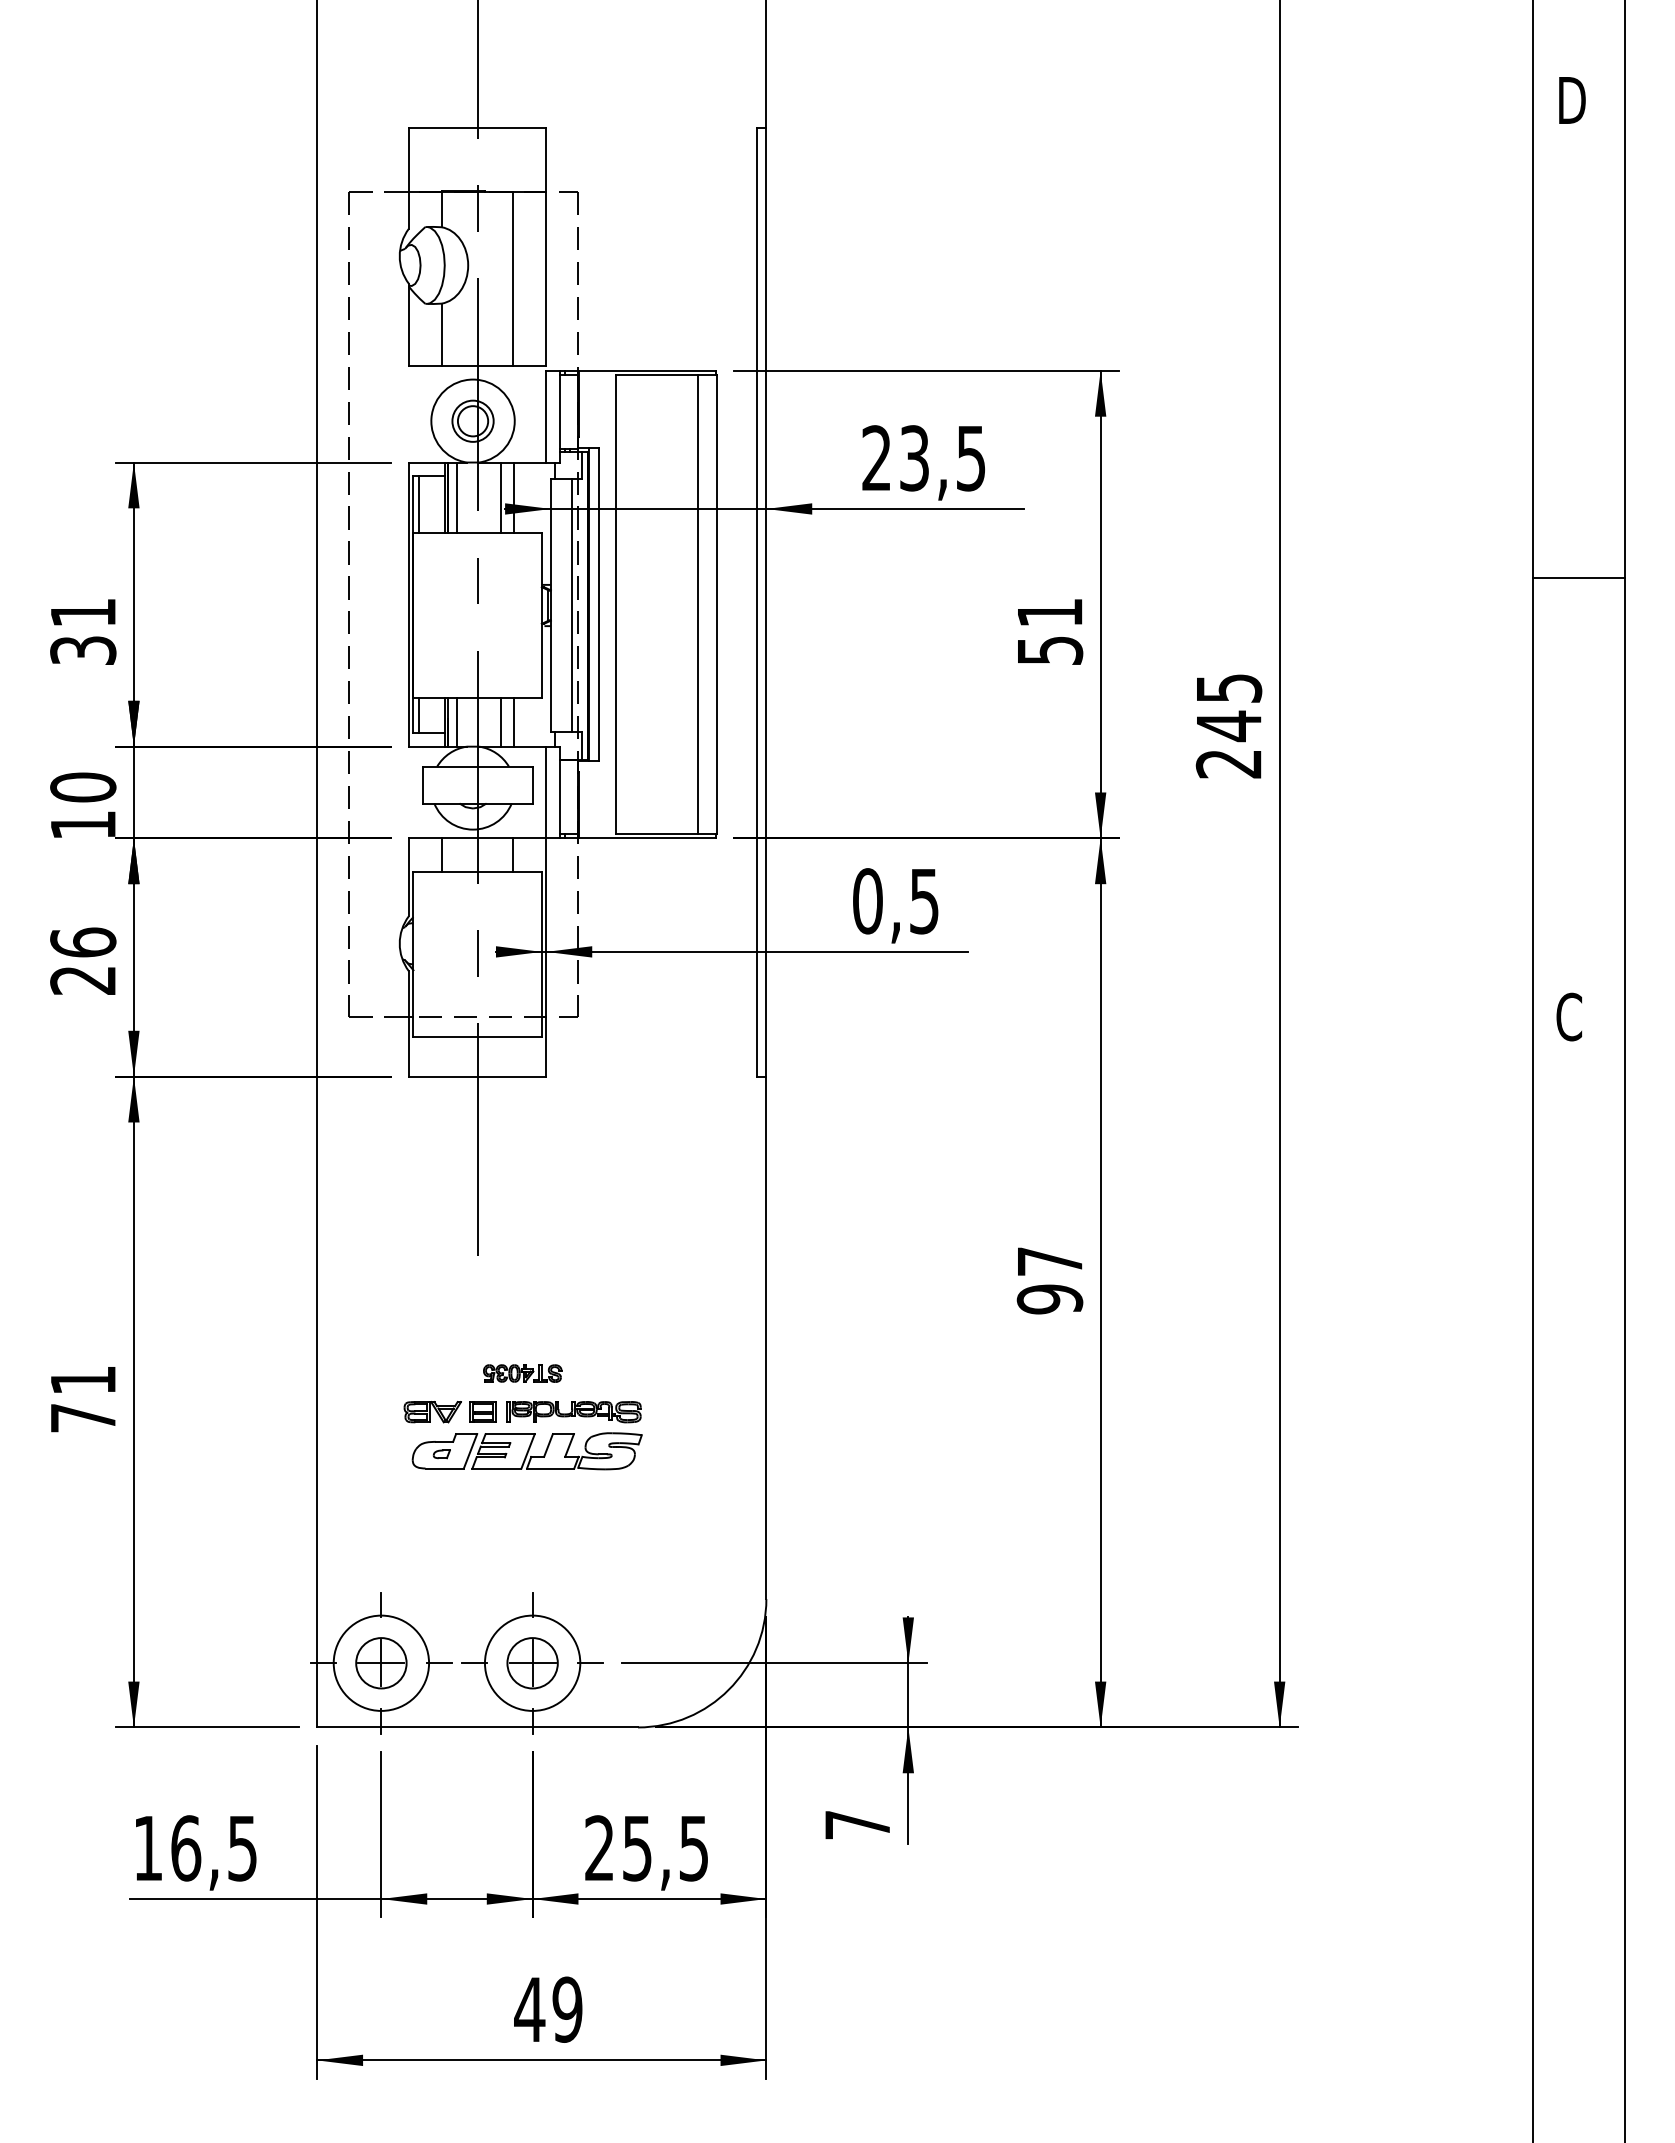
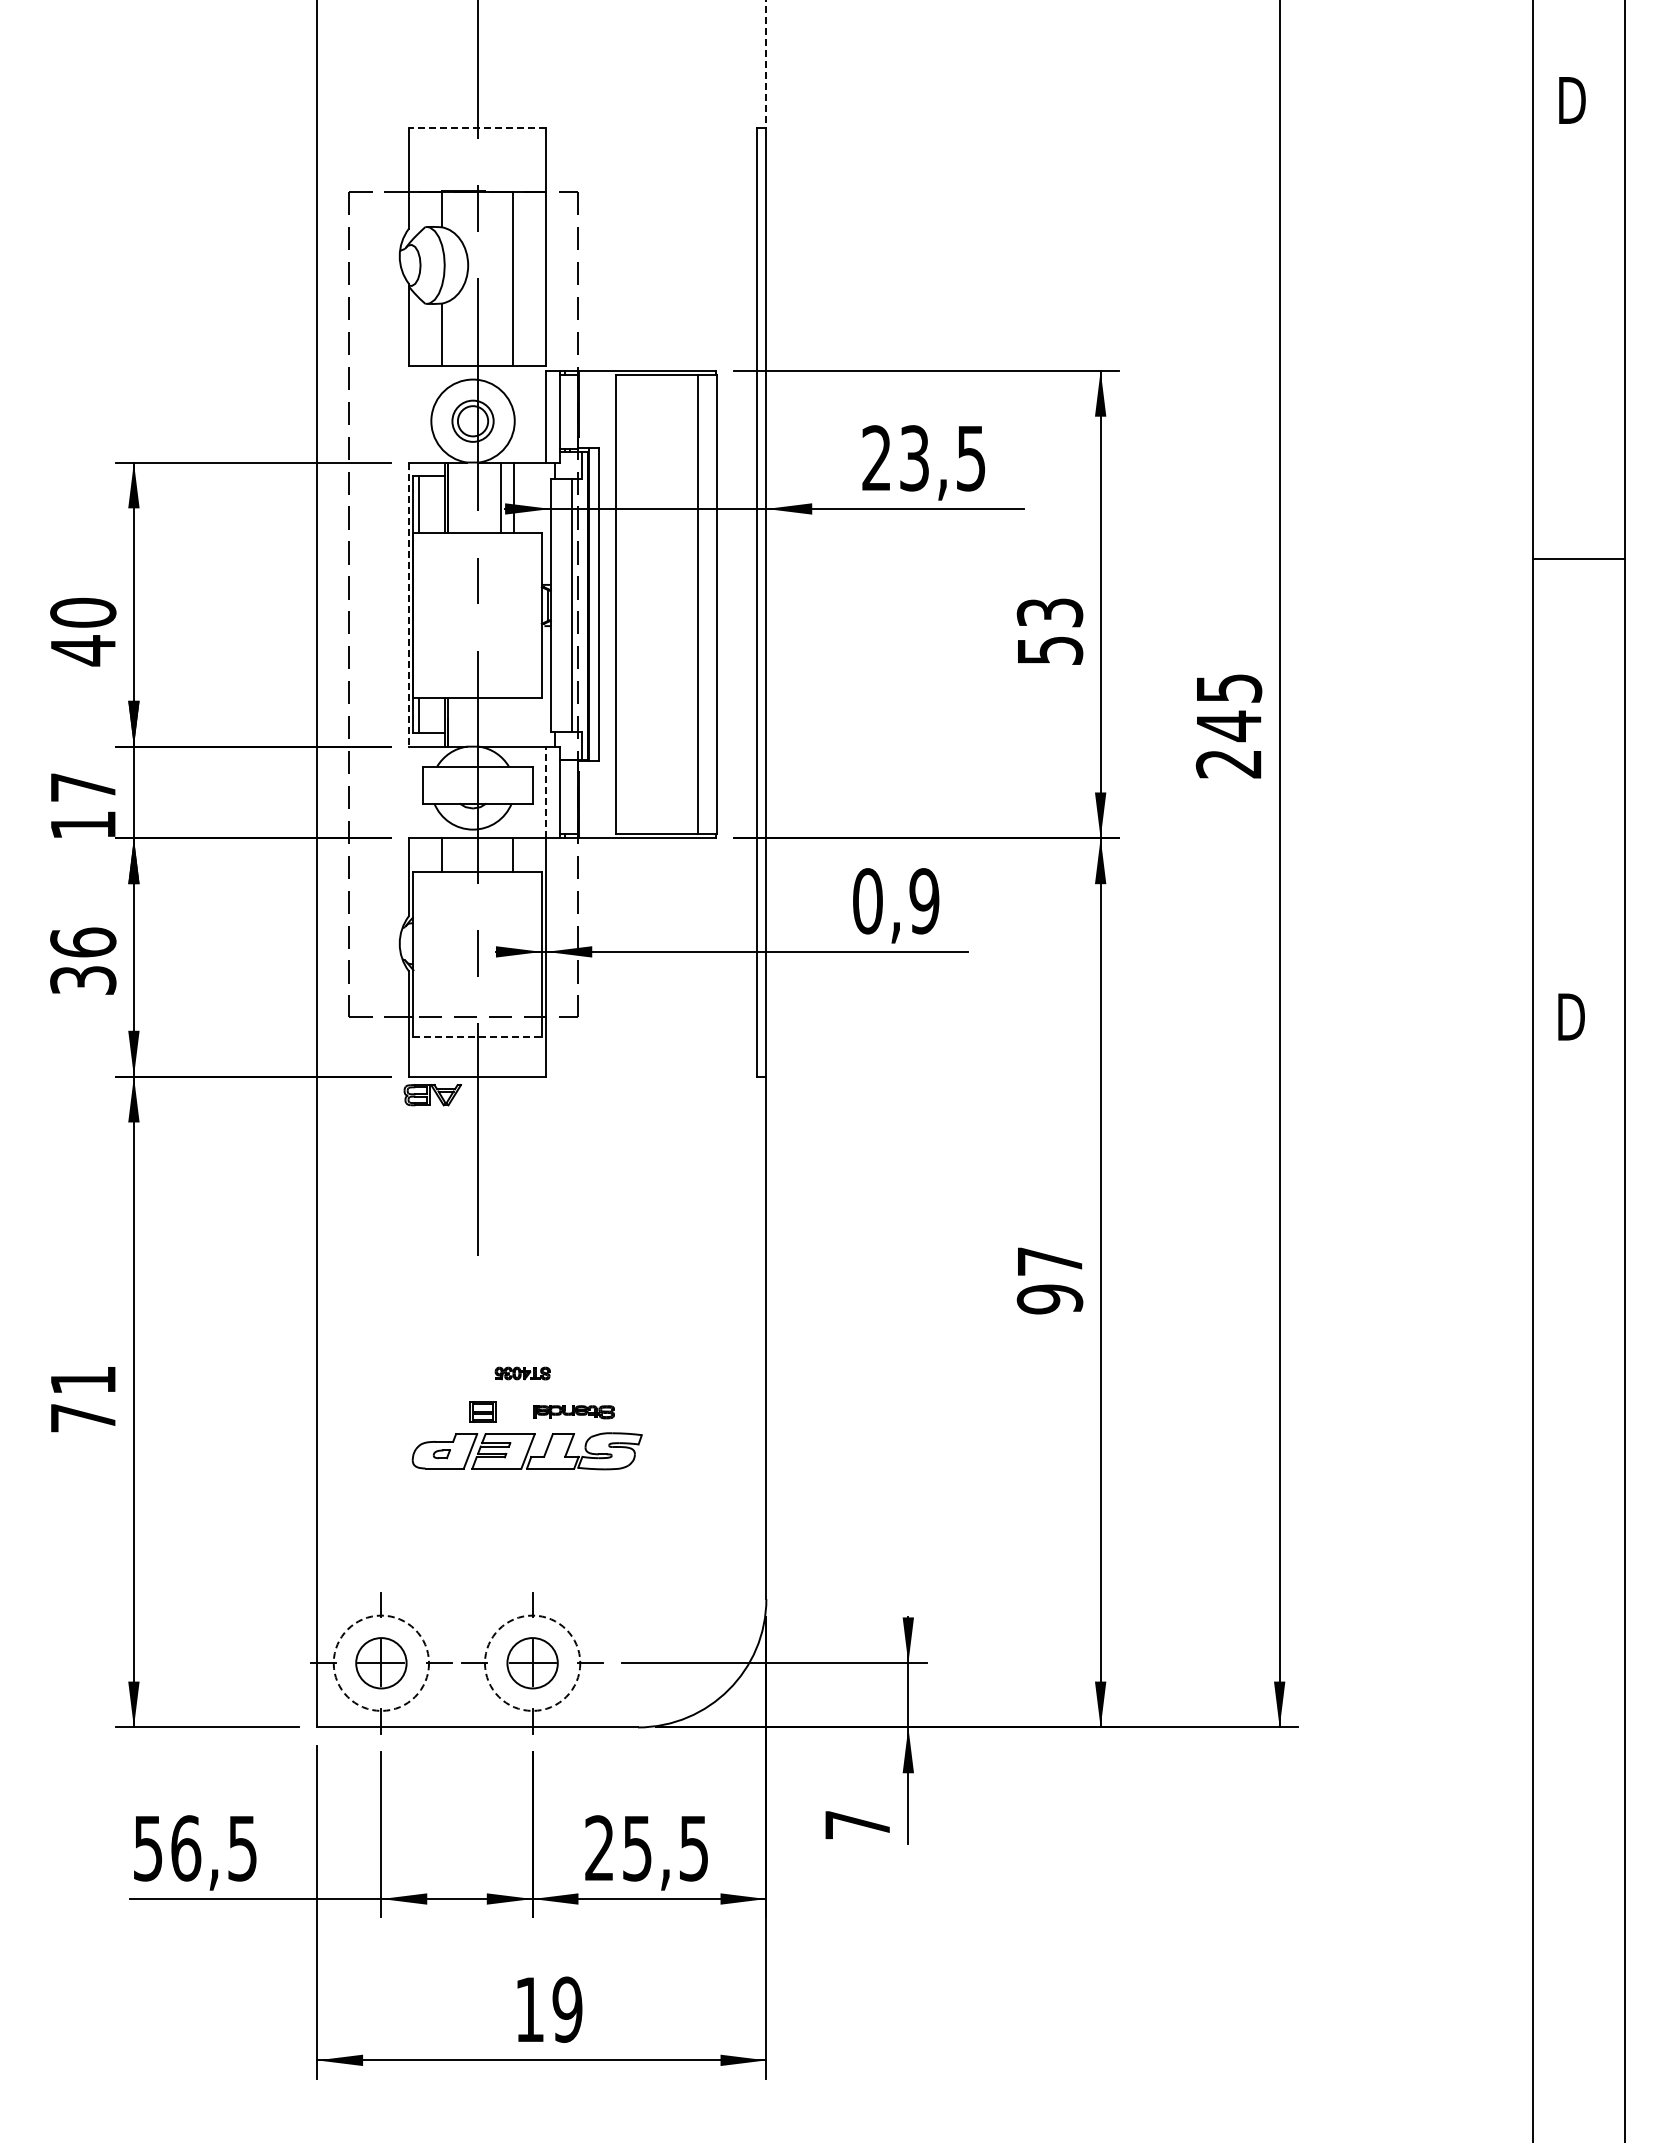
line at (766, 63): solid -> dashed
line at (477, 127): solid -> dashed
line at (456, 497): present -> none
line at (1578, 577) position: (1578, 577) -> (1578, 558)
line at (408, 605): solid -> dashed
text at (1049, 612): 51 -> 53
text at (83, 631): 31 -> 40
line at (456, 722): present -> none
line at (501, 722): present -> none
line at (514, 722): present -> none
text at (83, 787): 10 -> 17
line at (546, 792): solid -> dashed
text at (924, 901): 0,5 -> 0,9
text at (83, 980): 26 -> 36
text at (1570, 1016): C -> D
line at (478, 1037): solid -> dashed
part at (522, 1373) size: 80x19 px -> 57x15 px
part at (432, 1412) position: (432, 1412) -> (432, 1095)
part at (573, 1412) size: 136x23 px -> 82x15 px
circle at (381, 1662): solid -> dashed
circle at (532, 1662): solid -> dashed
text at (148, 1848): 16,5 -> 56,5
text at (529, 2009): 49 -> 19
